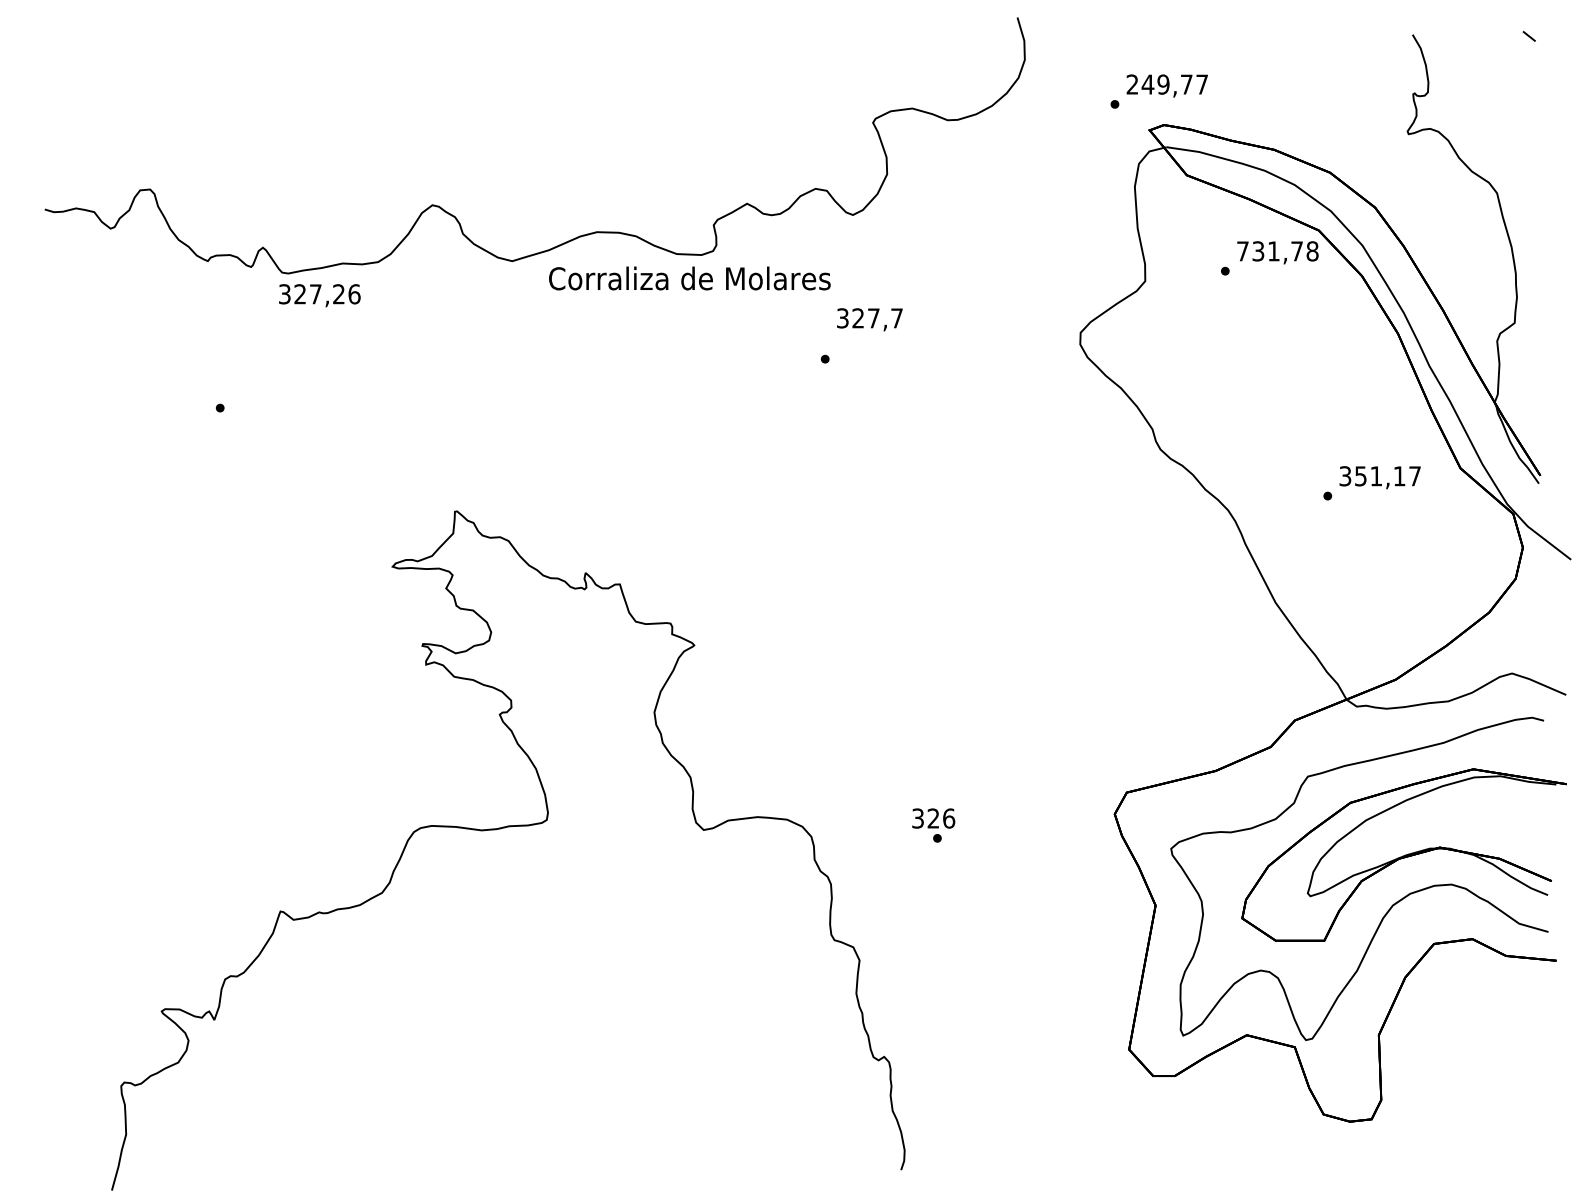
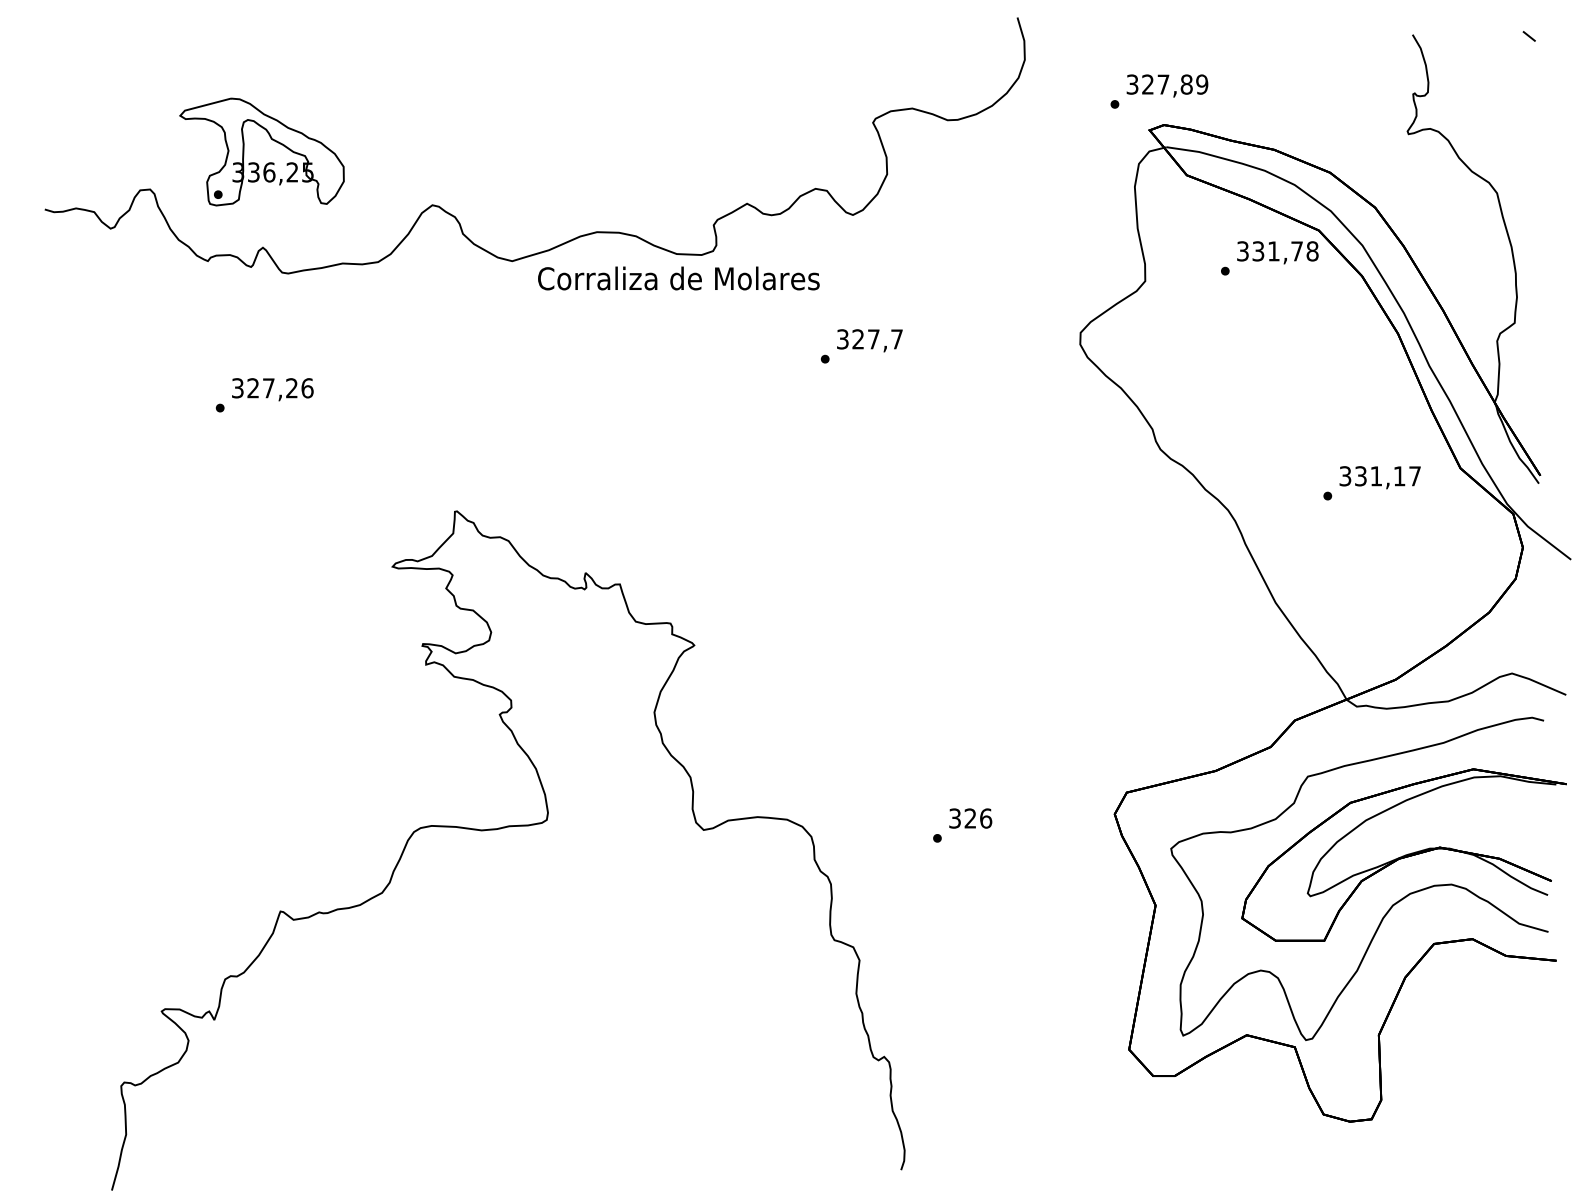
text at (1167, 84): 249,77 -> 327,89
part at (255, 162): none -> present
text at (1242, 251): 731,78 -> 331,78
text at (689, 278) position: (689, 278) -> (678, 278)
text at (319, 295) position: (319, 295) -> (272, 389)
text at (869, 319) position: (869, 319) -> (869, 340)
text at (1360, 475): 351,17 -> 331,17
text at (933, 818) position: (933, 818) -> (970, 818)
